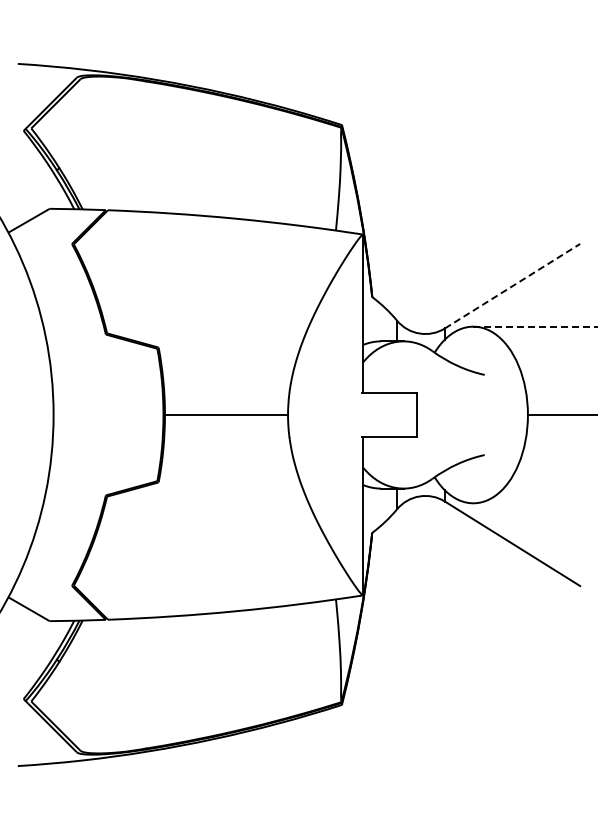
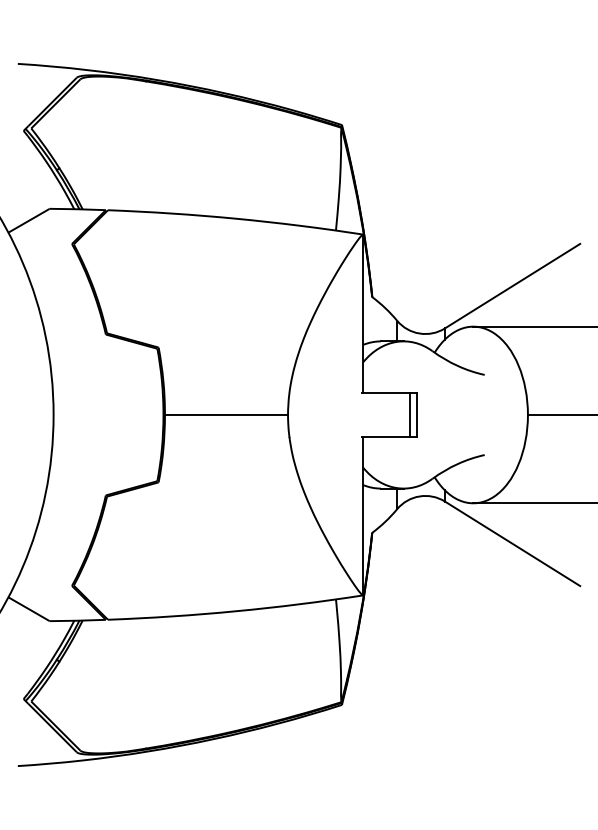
line at (512, 286): dashed -> solid
line at (535, 326): dashed -> solid
line at (409, 414): none -> present
line at (533, 503): none -> present
